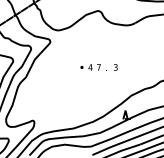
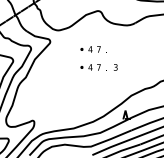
part at (93, 49): none -> present
